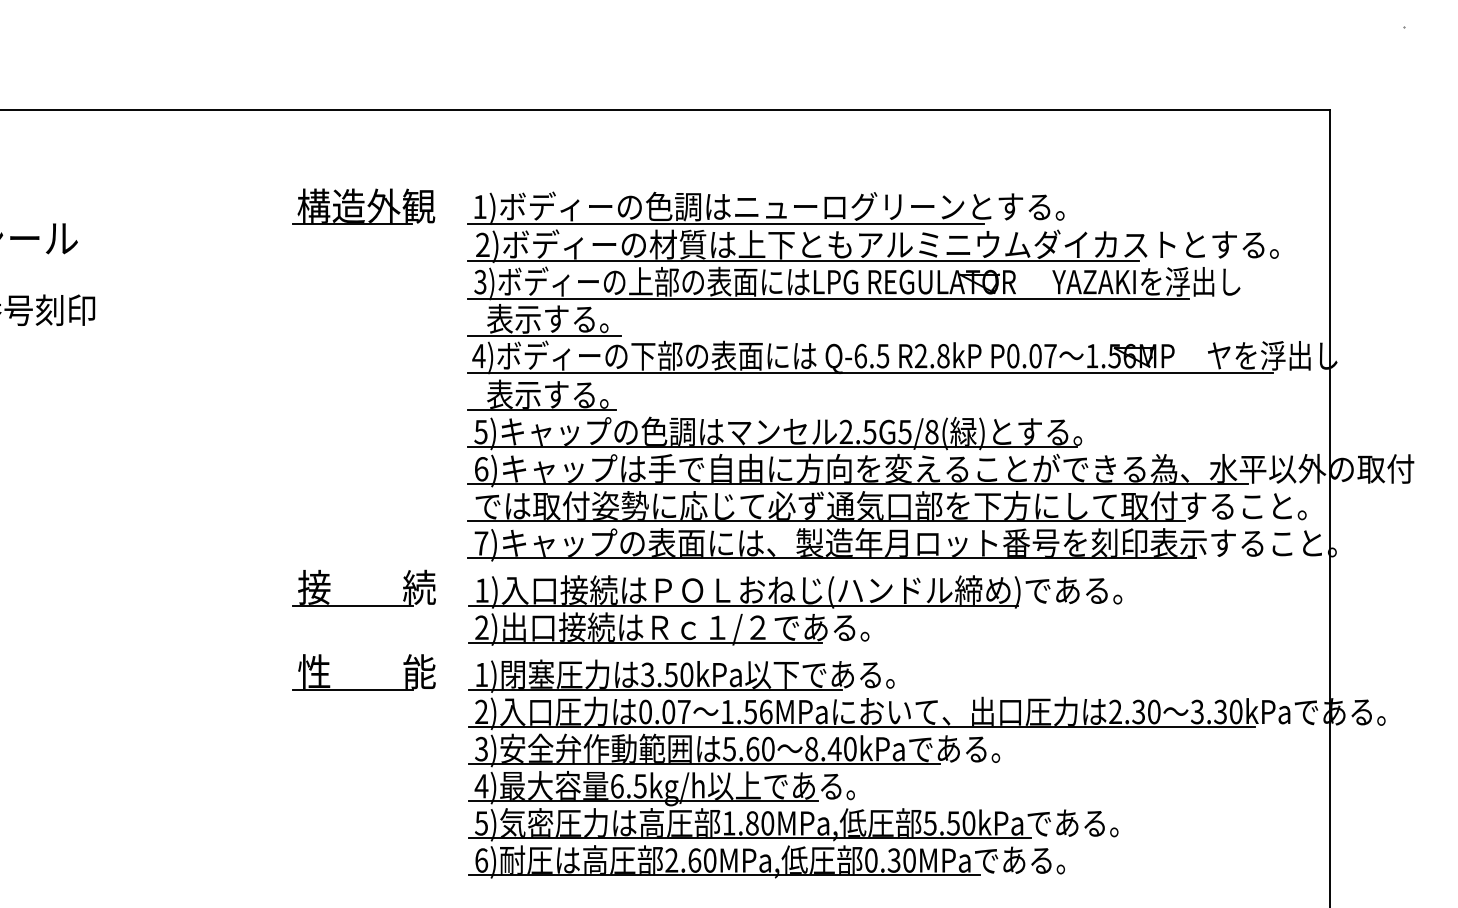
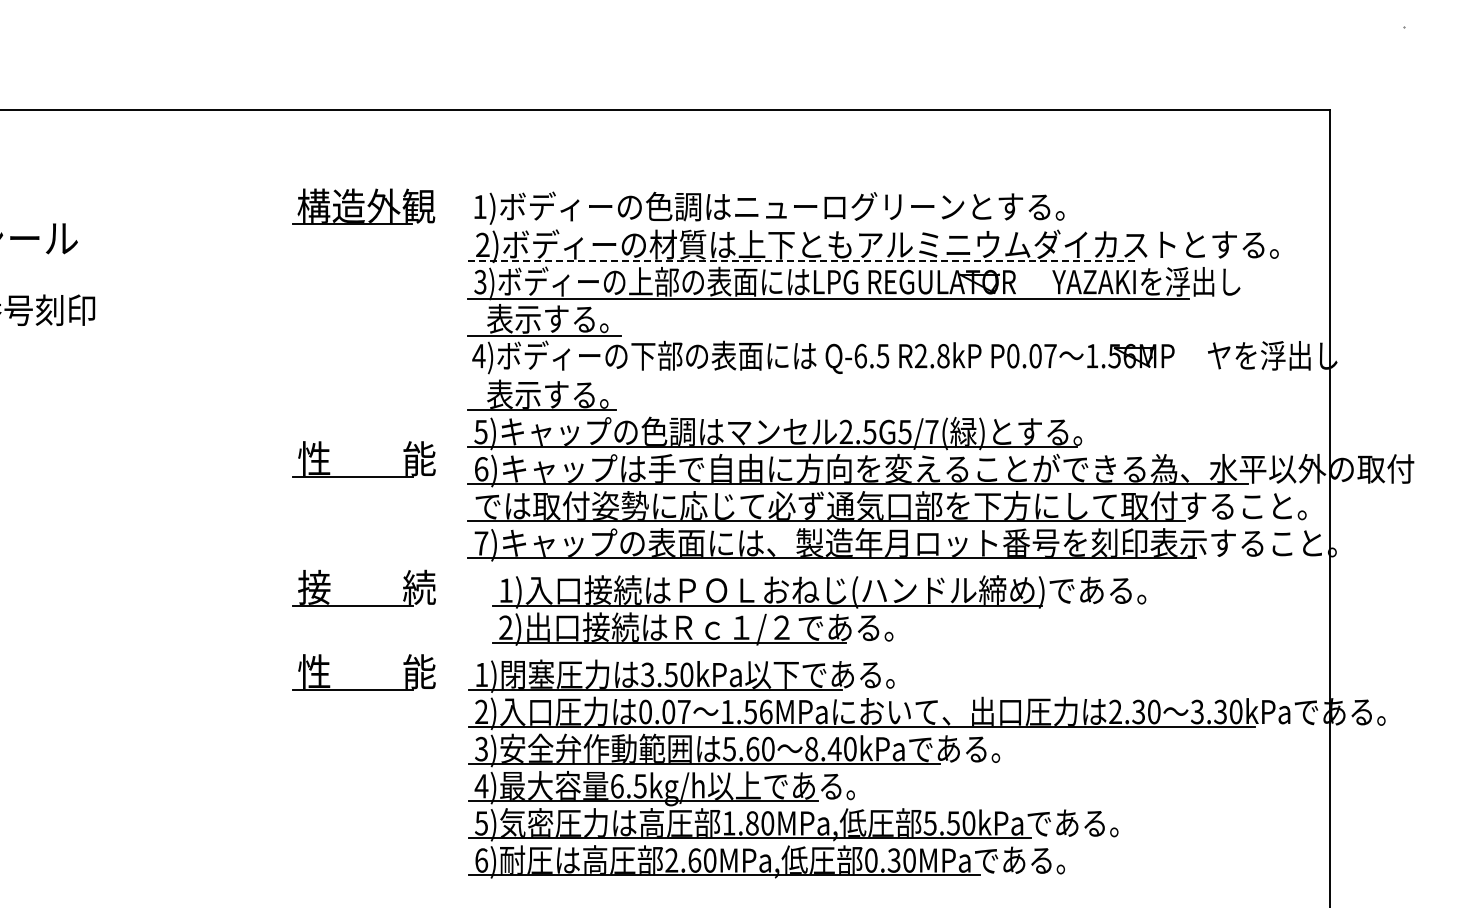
line at (726, 224): present -> none
line at (804, 261): solid -> dashed
line at (870, 372): present -> none
text at (931, 431): 2.5G5/8( -> 2.5G5/7(
part at (363, 476): none -> present
part at (795, 610) position: (795, 610) -> (819, 610)
